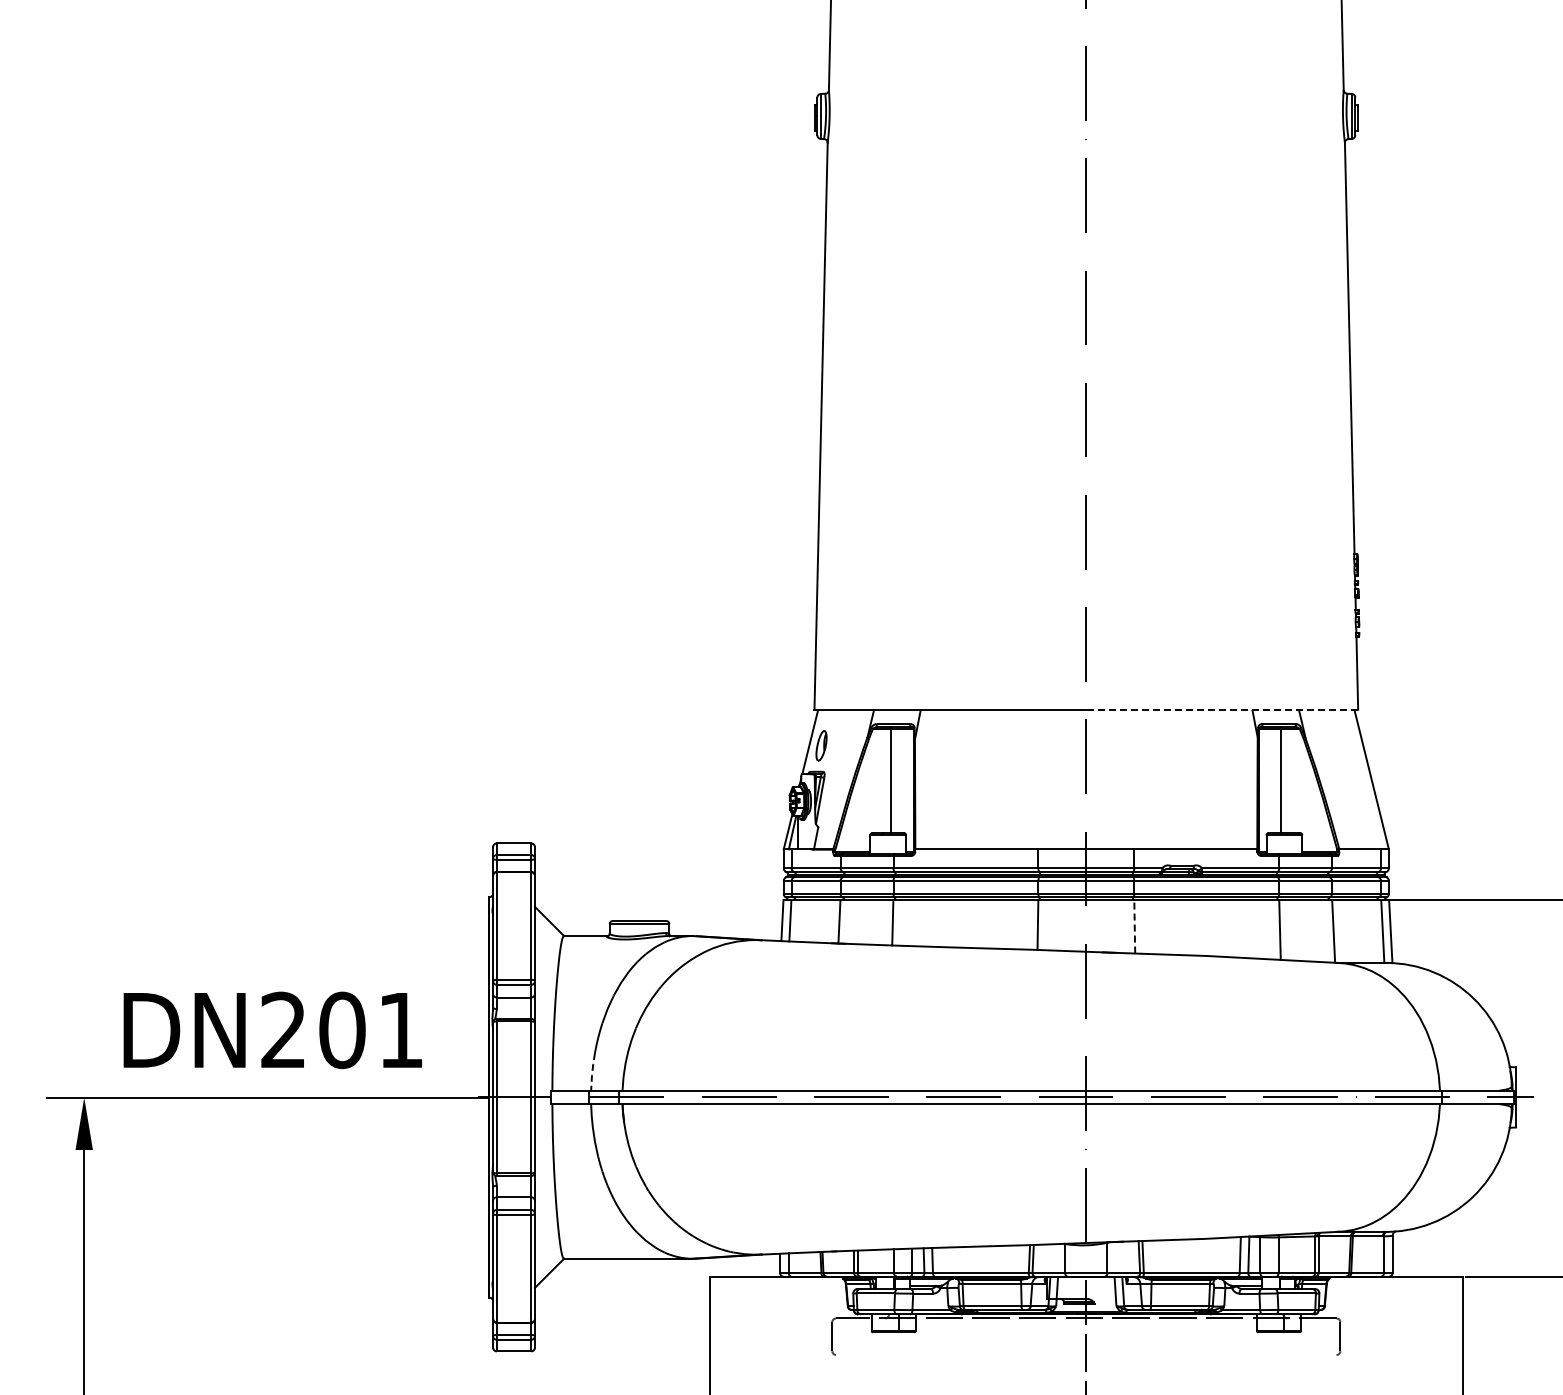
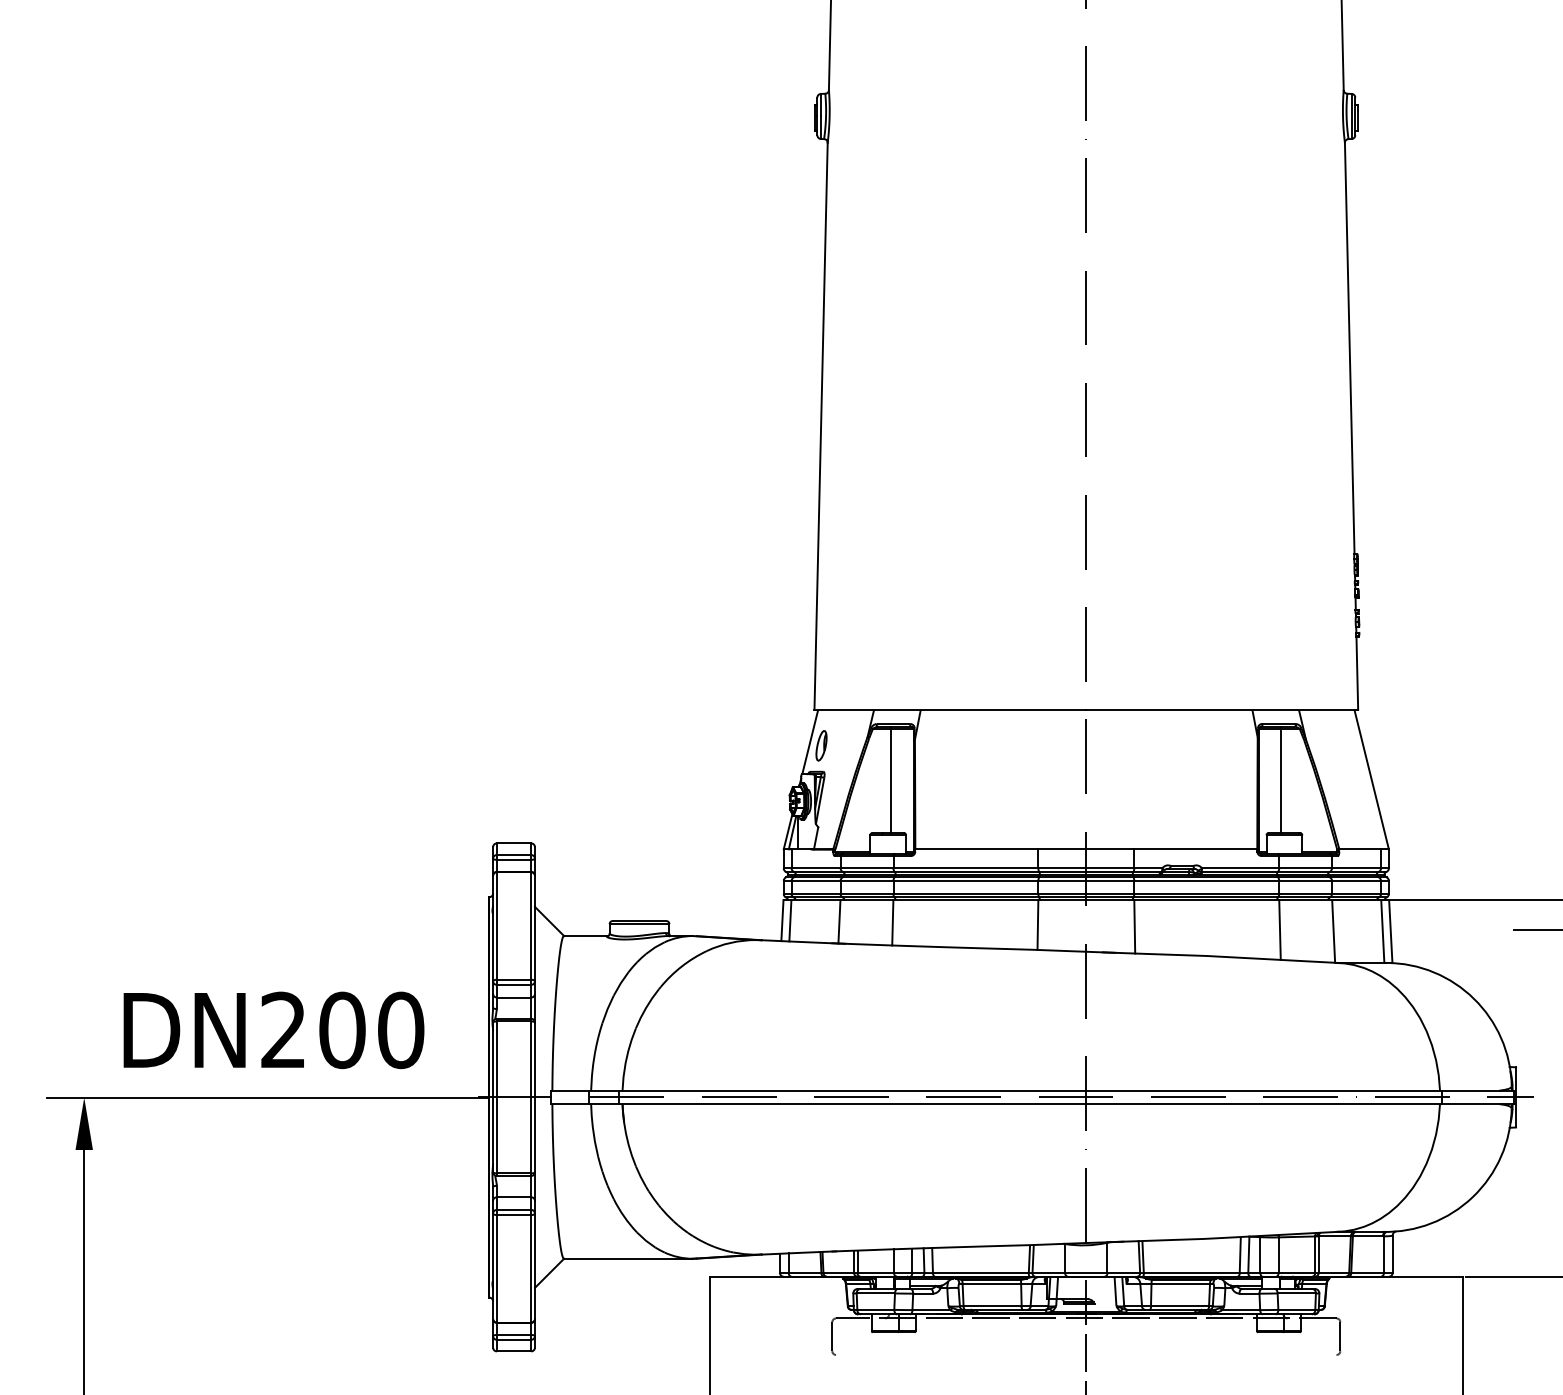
line at (1222, 709): dashed -> solid
line at (1134, 926): dashed -> solid
line at (1536, 929): none -> present
text at (401, 1030): DN201 -> DN200
line at (592, 1071): dashed -> solid
